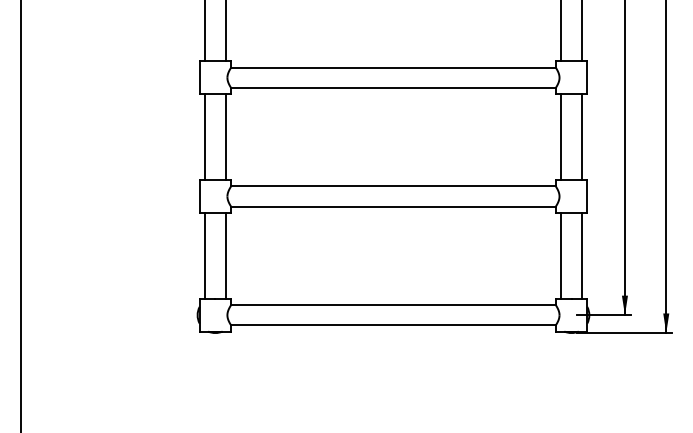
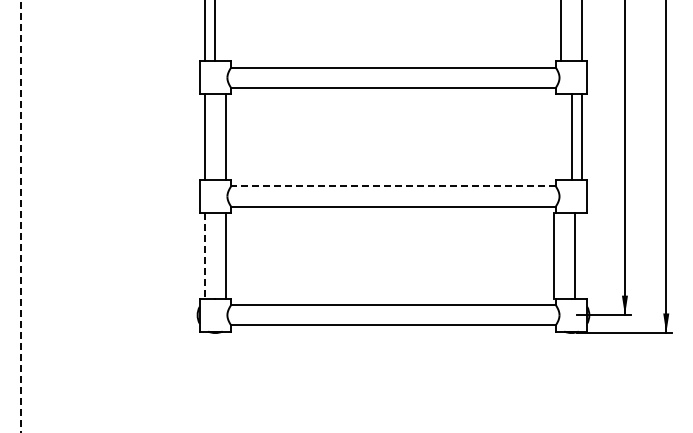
line at (225, 31) position: (225, 31) -> (214, 31)
line at (561, 137) position: (561, 137) -> (572, 137)
line at (392, 186): solid -> dashed
line at (20, 216): solid -> dashed
line at (561, 255) position: (561, 255) -> (554, 255)
line at (581, 255) position: (581, 255) -> (574, 255)
line at (205, 256): solid -> dashed
